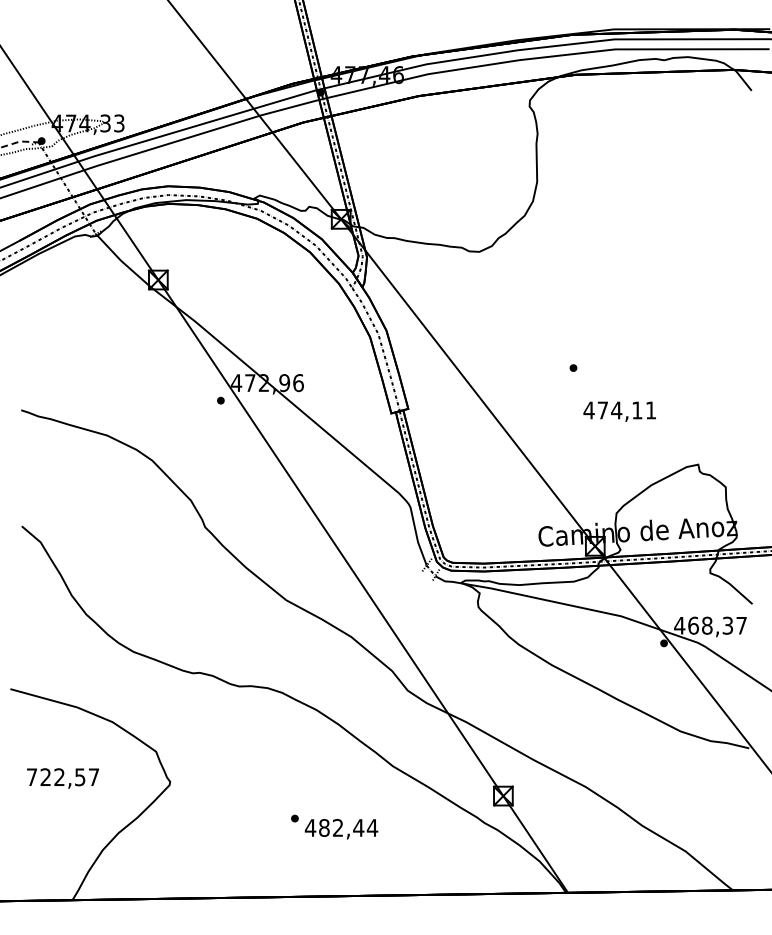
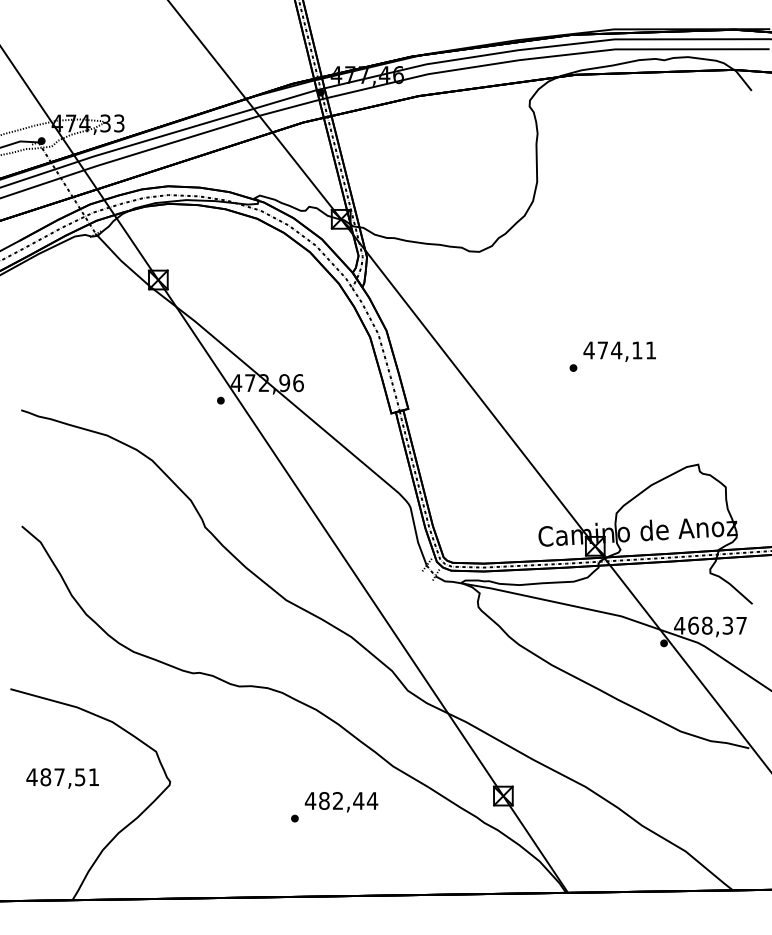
line at (20, 141): dashed -> solid
text at (619, 411) position: (619, 411) -> (619, 351)
text at (62, 777): 722,57 -> 487,51
text at (341, 829) position: (341, 829) -> (341, 802)
